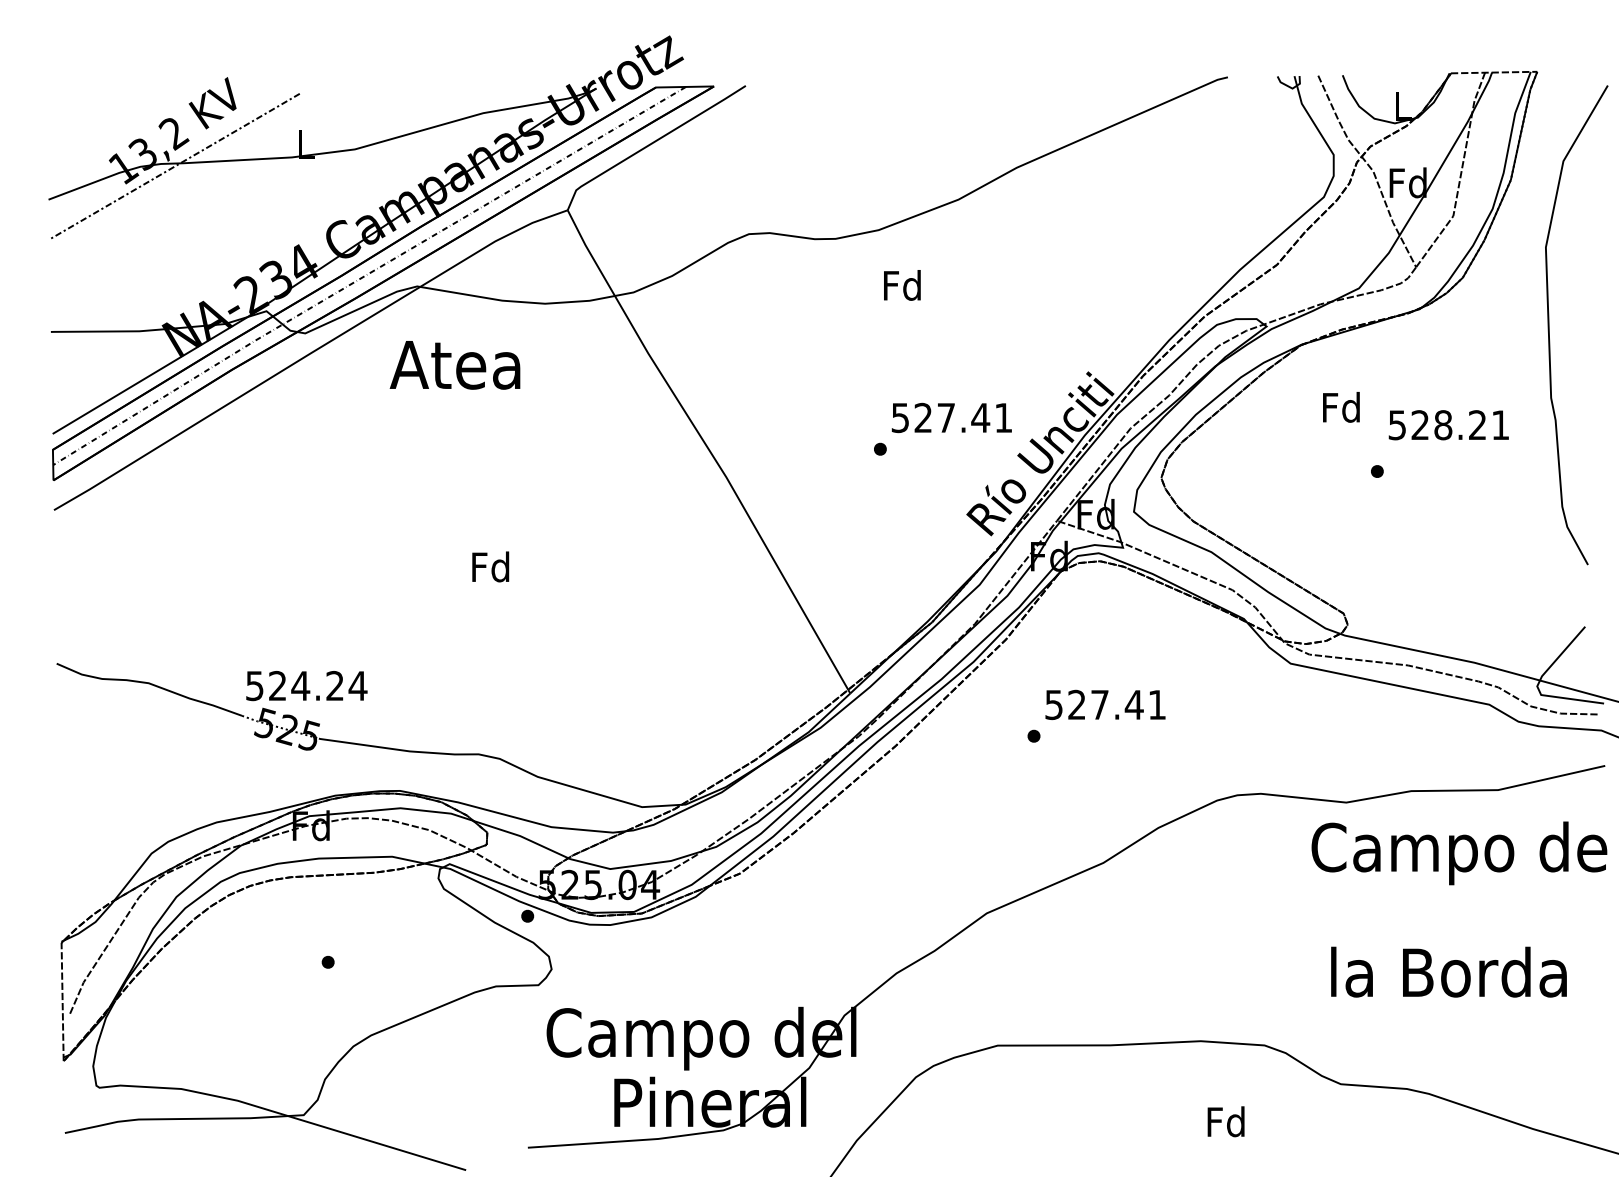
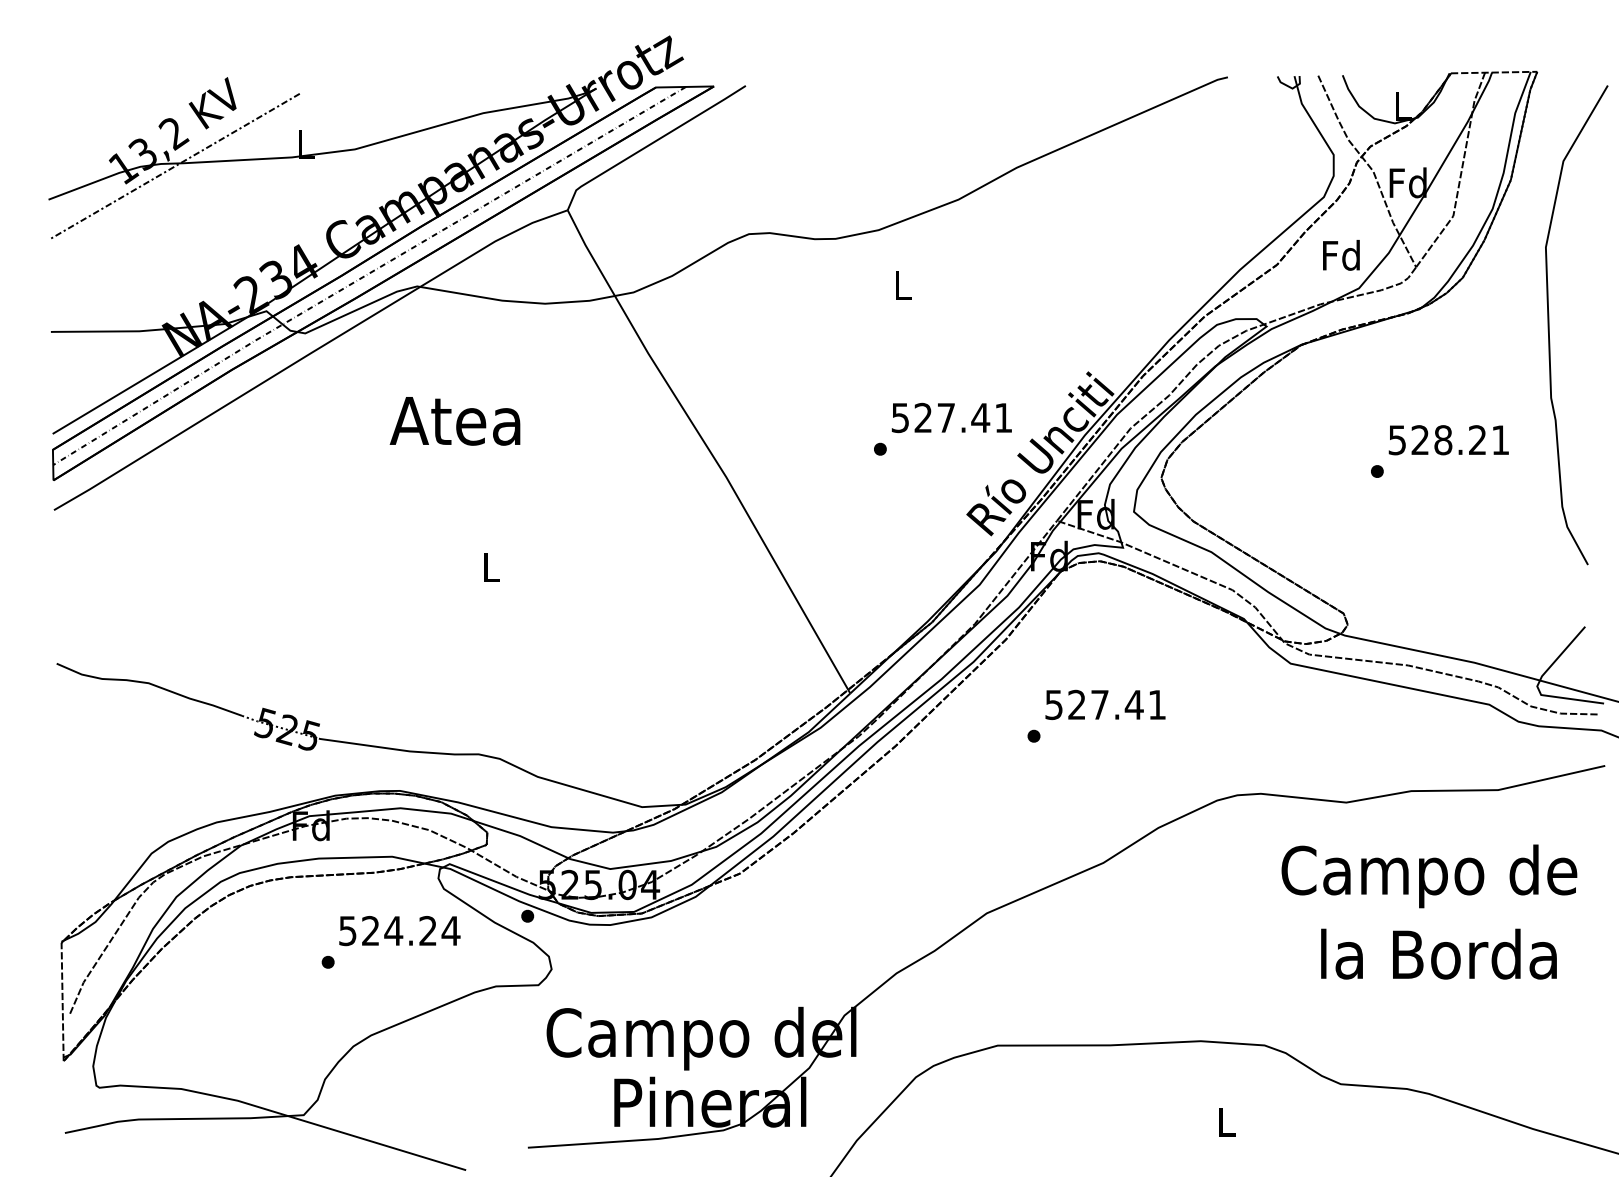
text at (902, 285): Fd -> L
text at (454, 365) position: (454, 365) -> (454, 421)
text at (1341, 407) position: (1341, 407) -> (1341, 255)
text at (1448, 425) position: (1448, 425) -> (1448, 440)
text at (490, 566): Fd -> L
text at (306, 686) position: (306, 686) -> (399, 931)
text at (1459, 853) position: (1459, 853) -> (1429, 876)
text at (1448, 971) position: (1448, 971) -> (1438, 953)
text at (1225, 1121): Fd -> L
